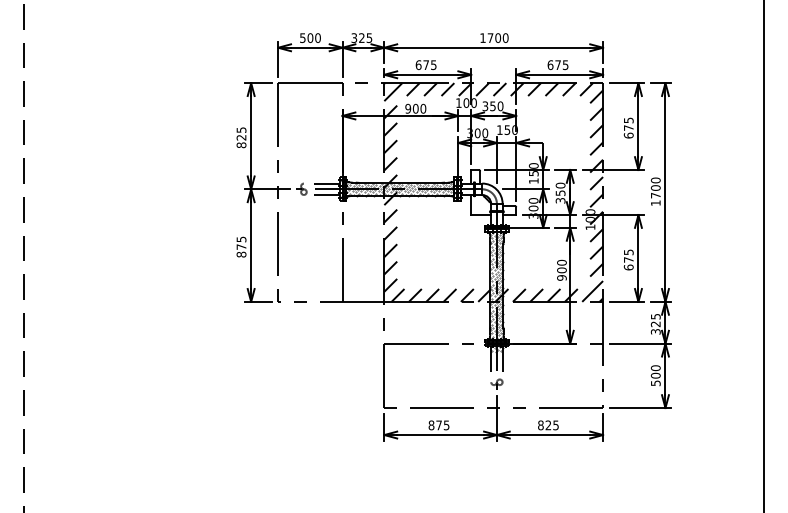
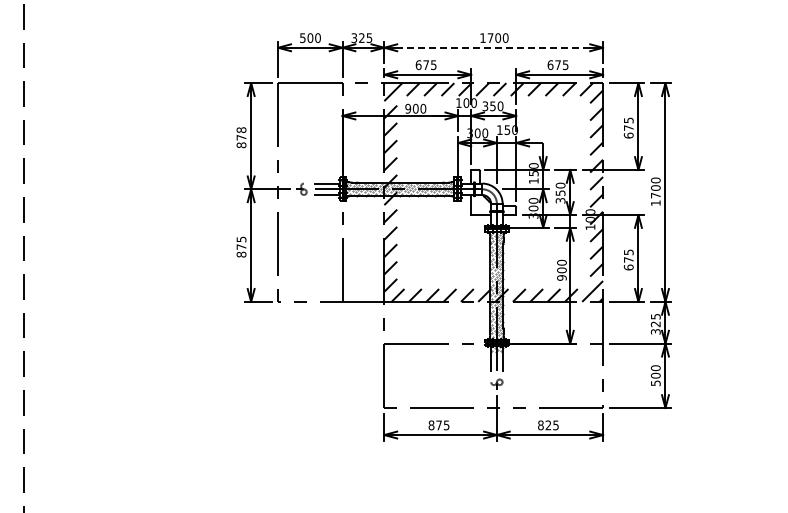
line at (493, 47): solid -> dashed
text at (241, 133): 825 -> 878
line at (764, 255): present -> none
